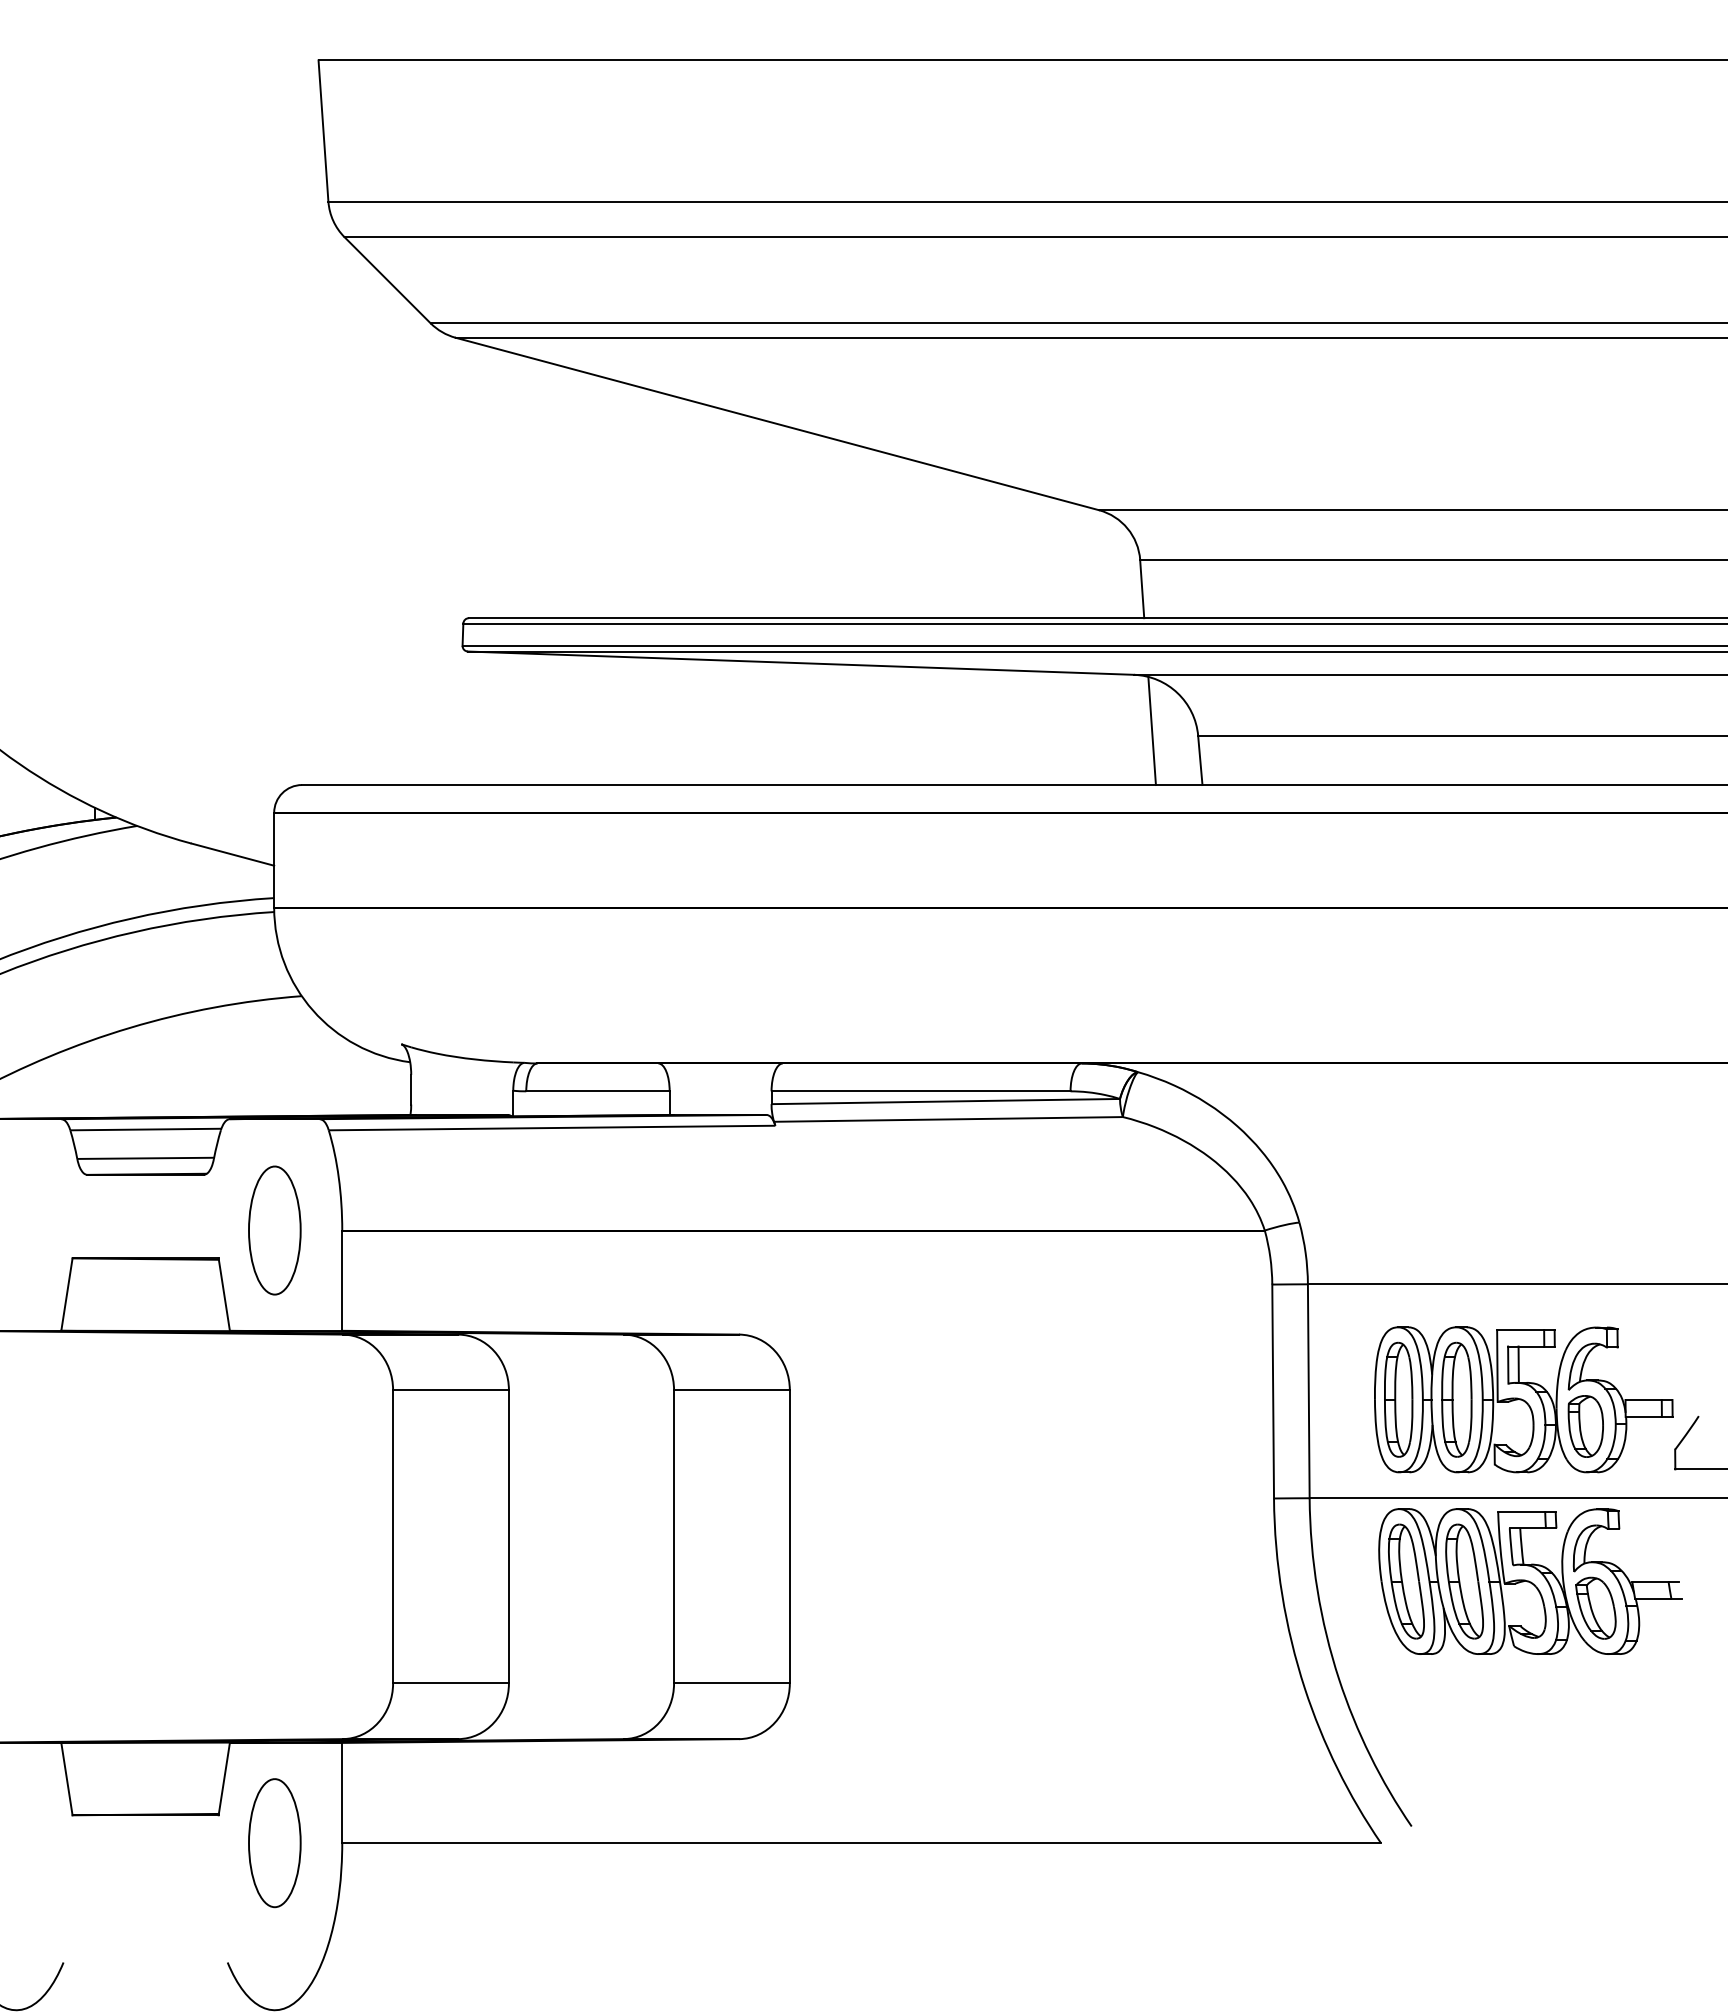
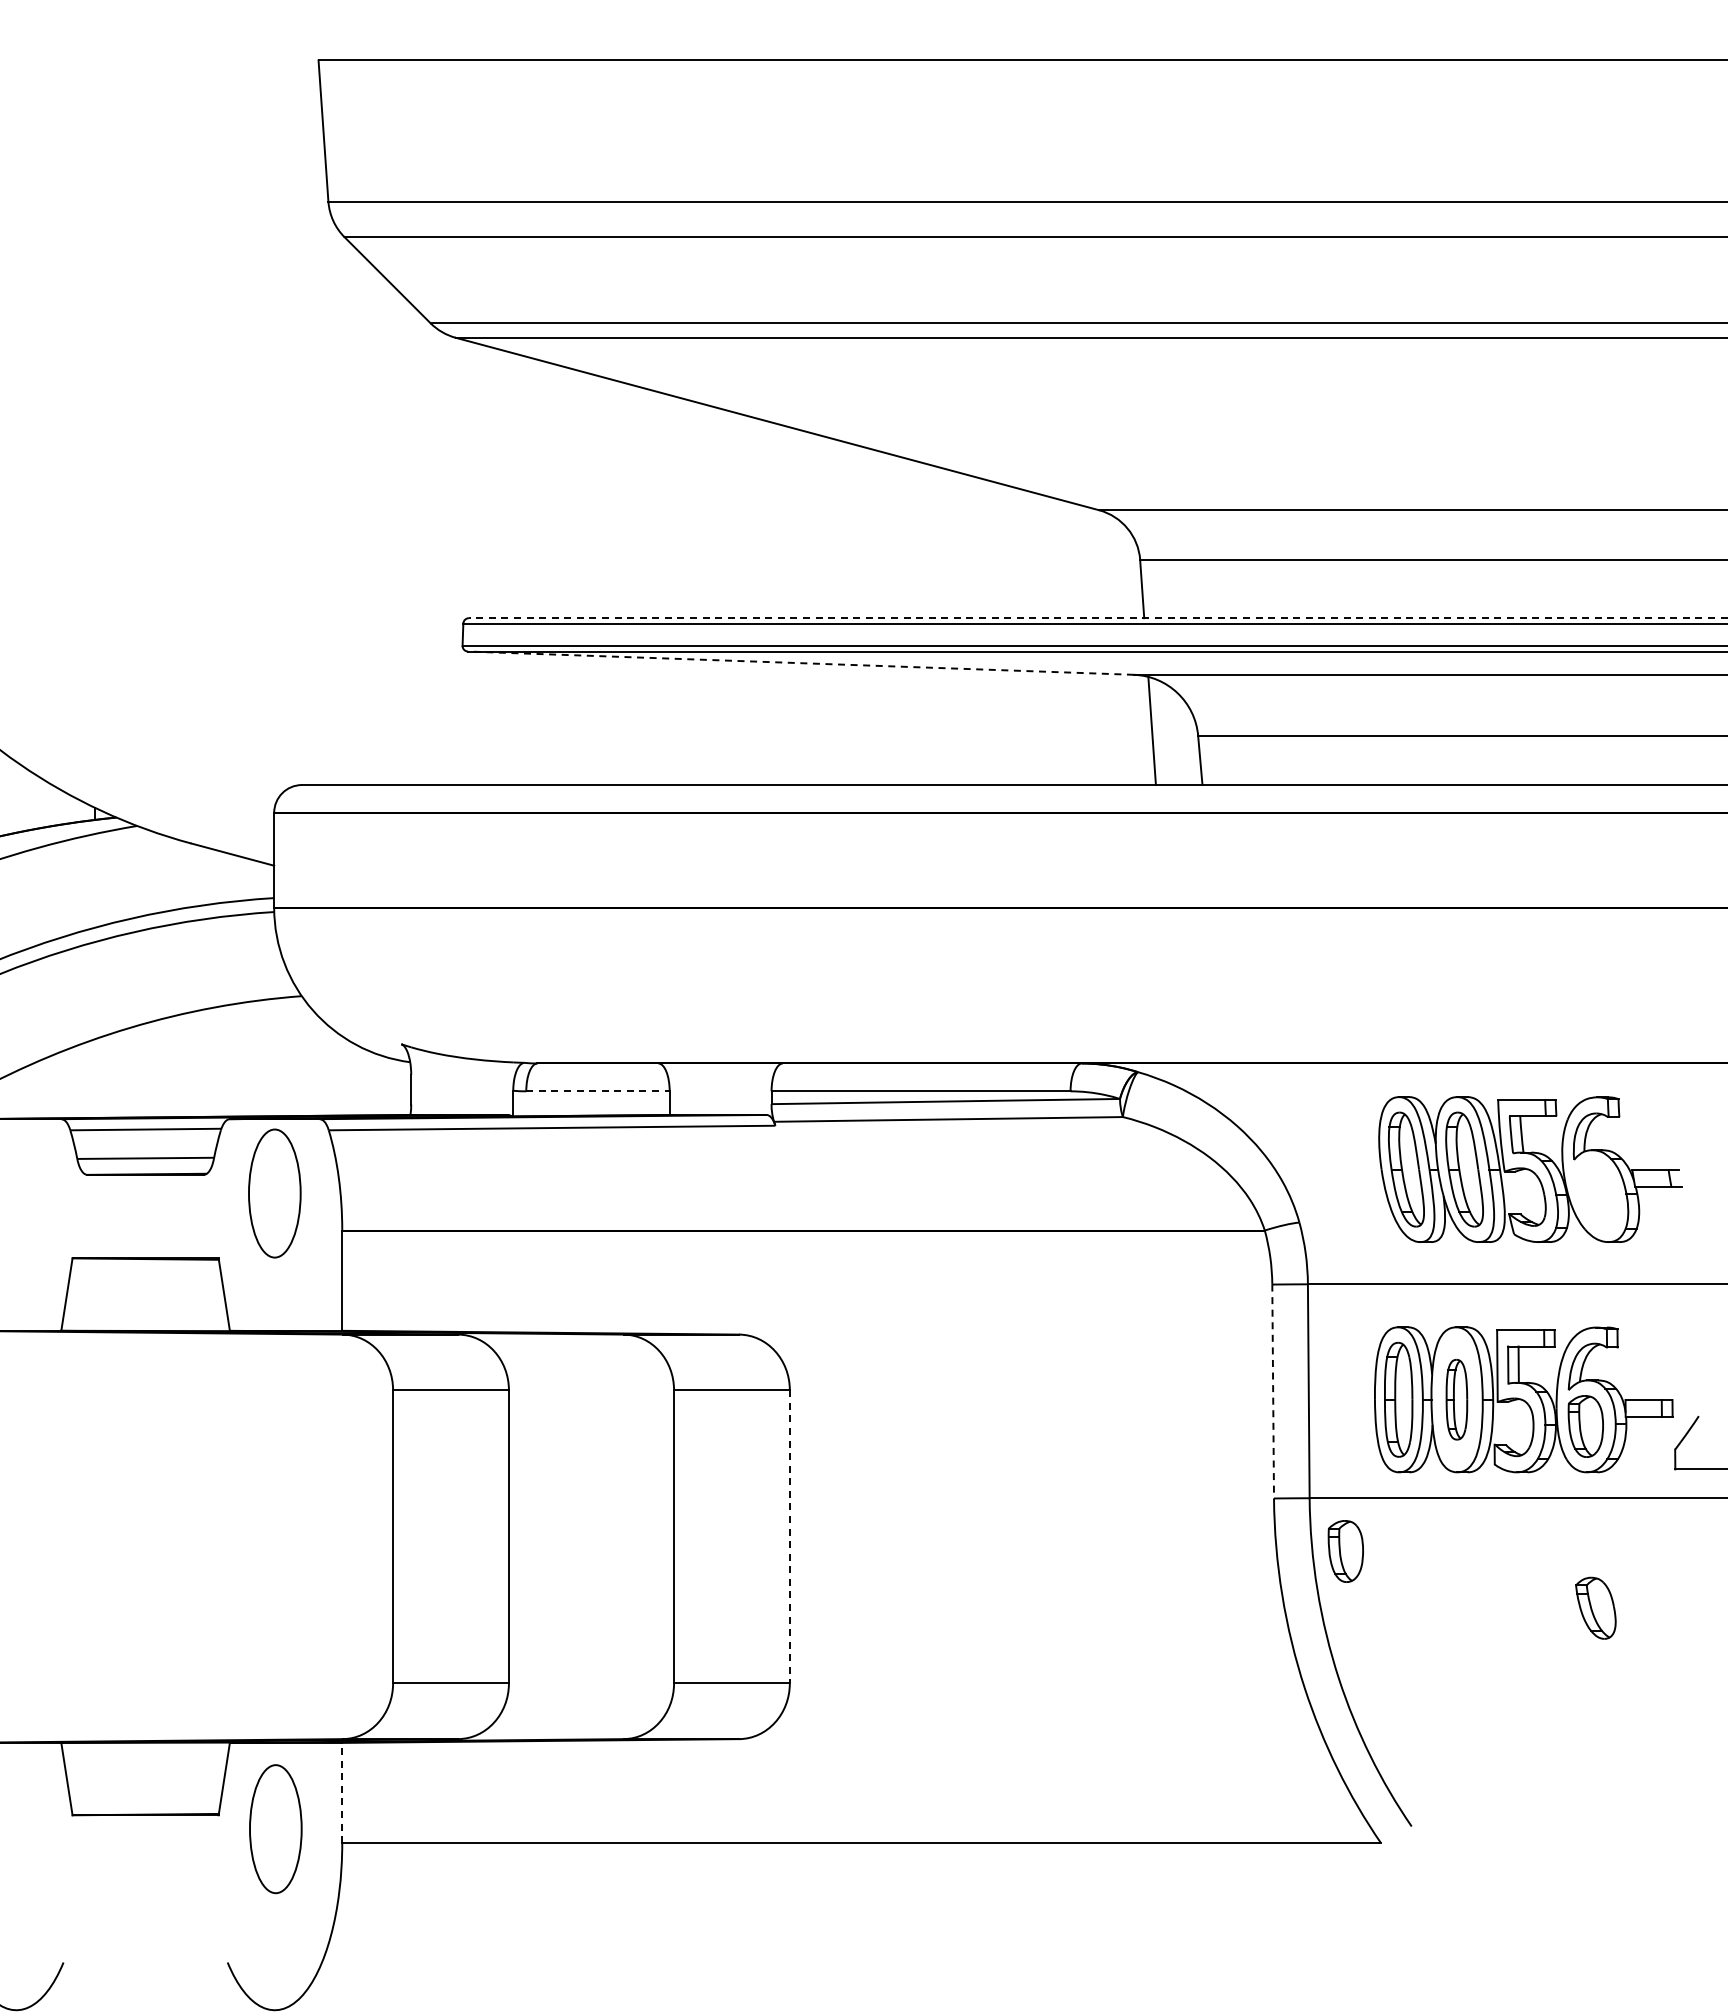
line at (1097, 618): solid -> dashed
line at (800, 663): solid -> dashed
line at (597, 1091): solid -> dashed
part at (274, 1230) position: (274, 1230) -> (274, 1193)
line at (1273, 1391): solid -> dashed
part at (1456, 1399) size: 32x117 px -> 24x83 px
line at (789, 1536): solid -> dashed
part at (1345, 1551): none -> present
part at (1530, 1581) position: (1530, 1581) -> (1530, 1169)
line at (342, 1792): solid -> dashed
part at (274, 1843) position: (274, 1843) -> (275, 1829)
